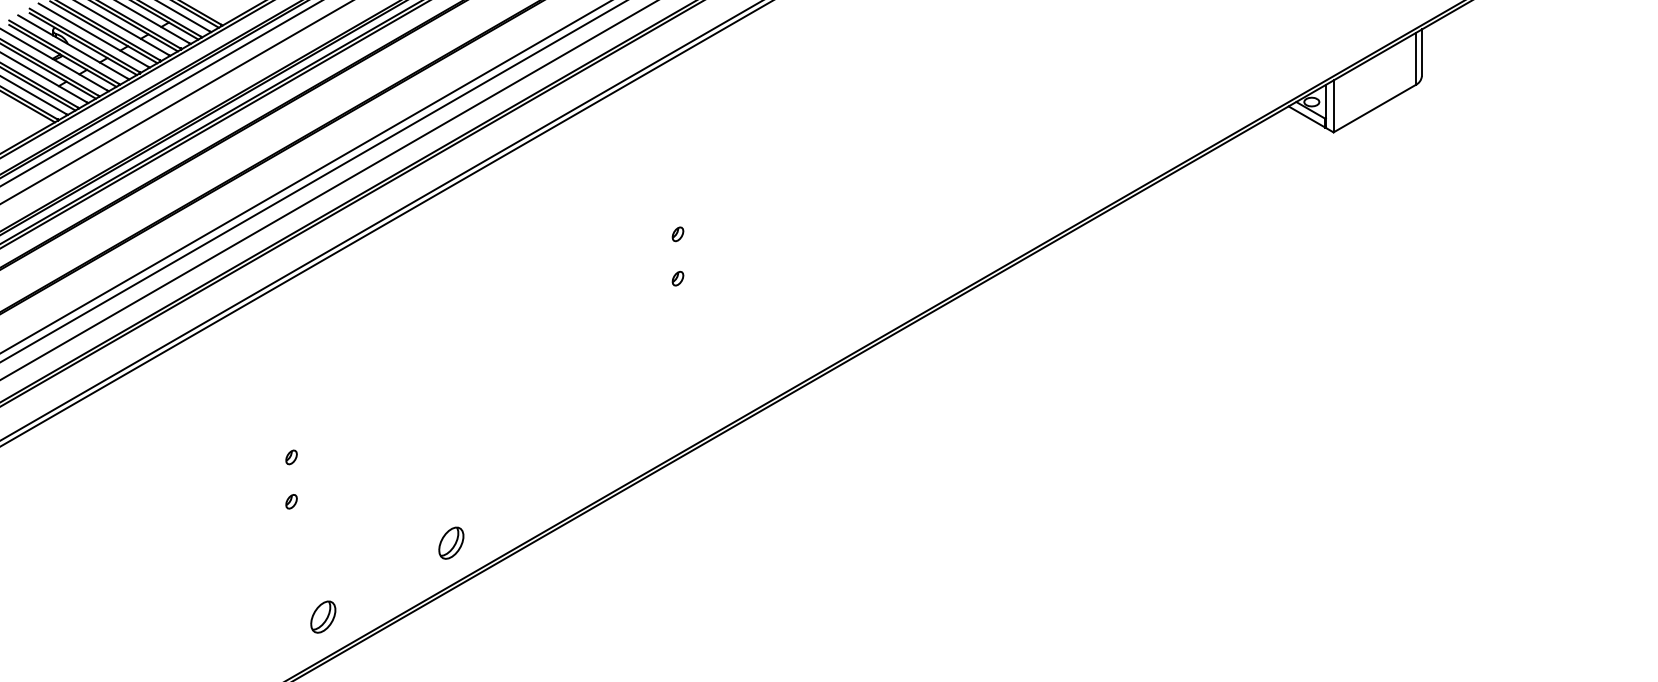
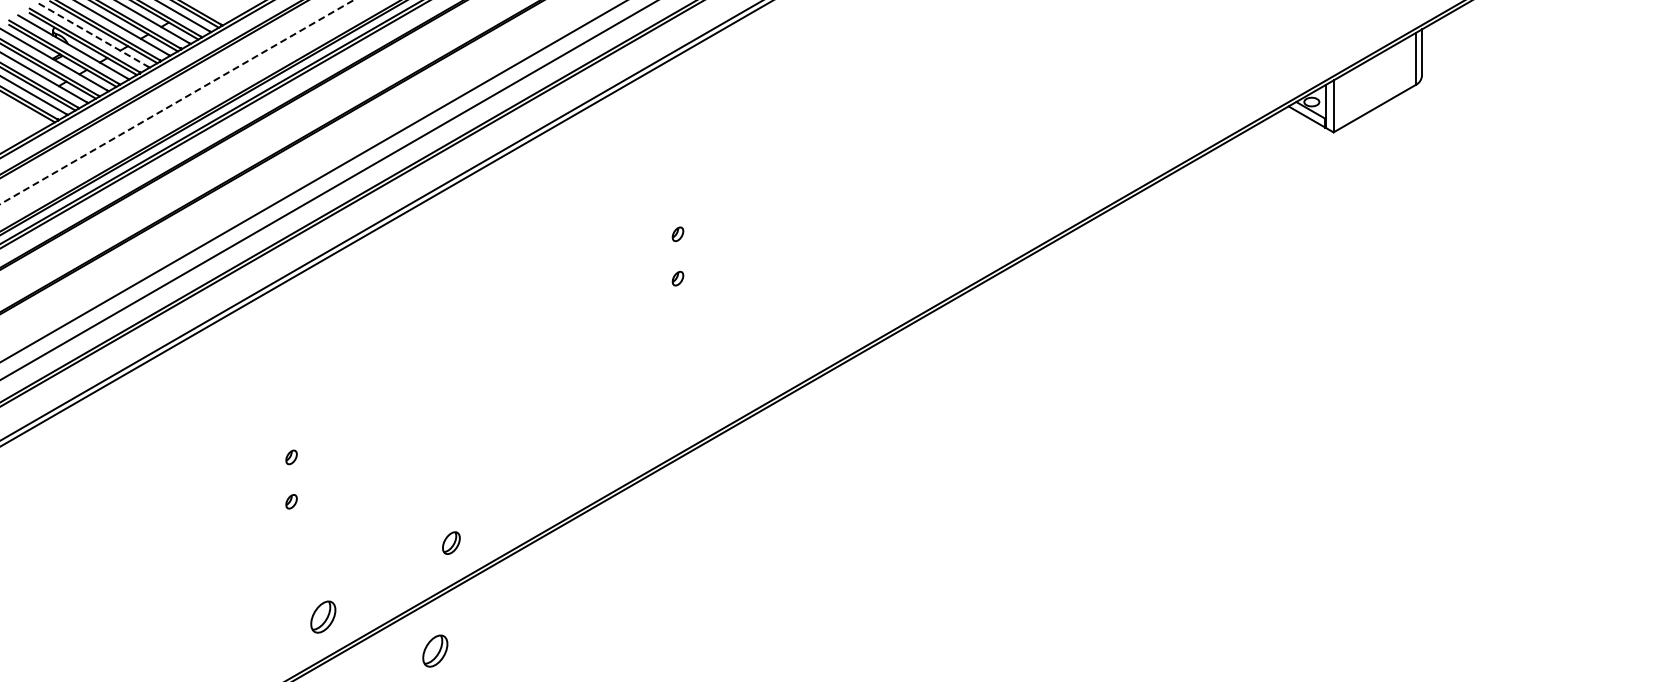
line at (94, 35): solid -> dashed
line at (160, 93): present -> none
line at (176, 102): solid -> dashed
line at (305, 177): present -> none
part at (451, 542) size: 27x34 px -> 19x24 px
part at (435, 650): none -> present
